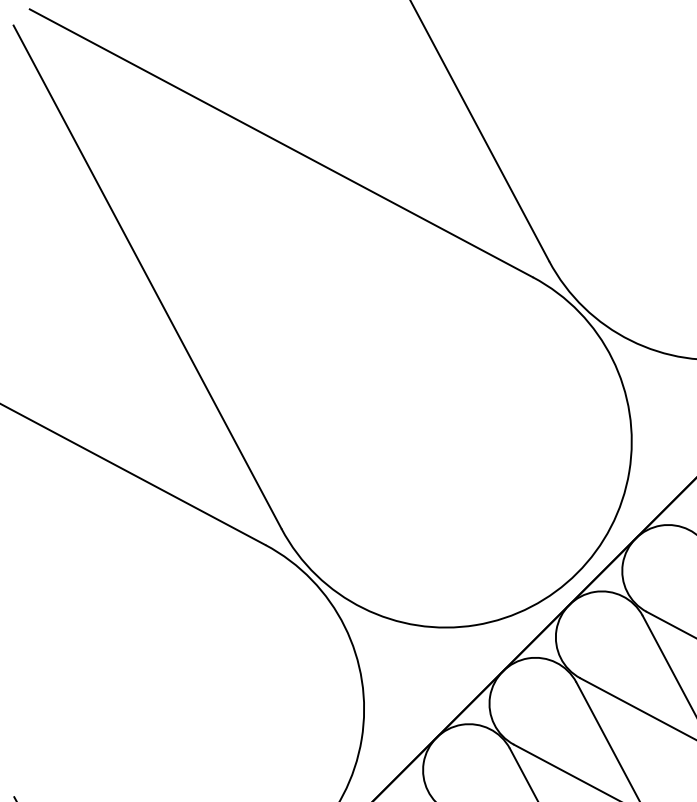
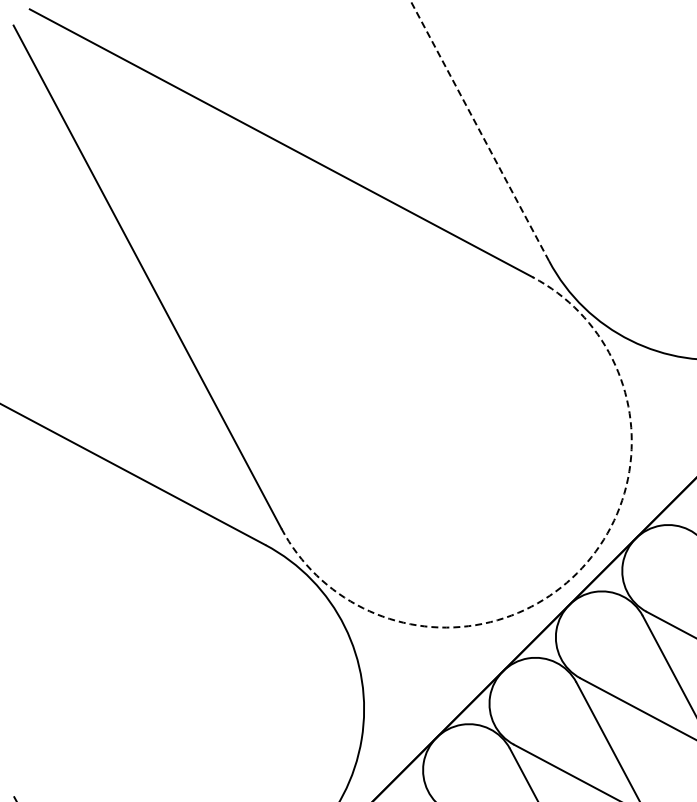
line at (479, 130): solid -> dashed
arc at (577, 573): solid -> dashed
